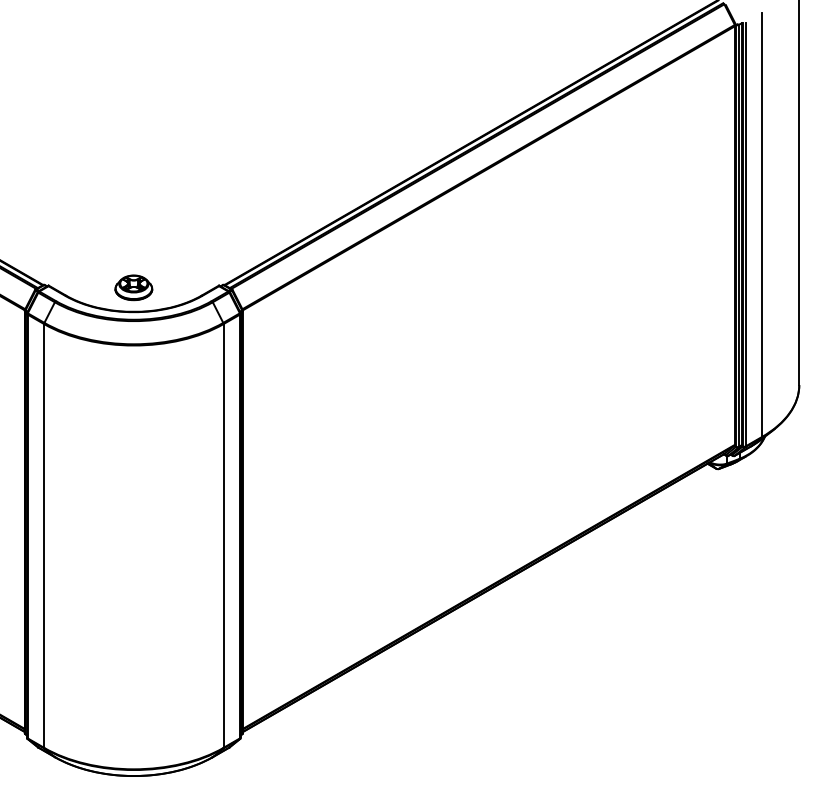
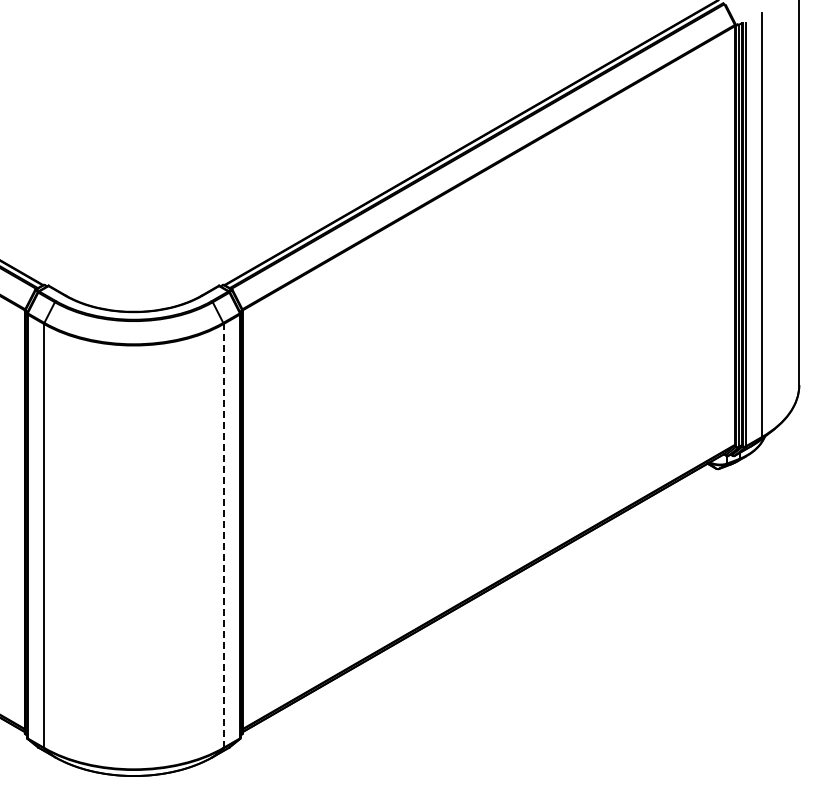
part at (133, 287): present -> none
line at (223, 535): solid -> dashed
